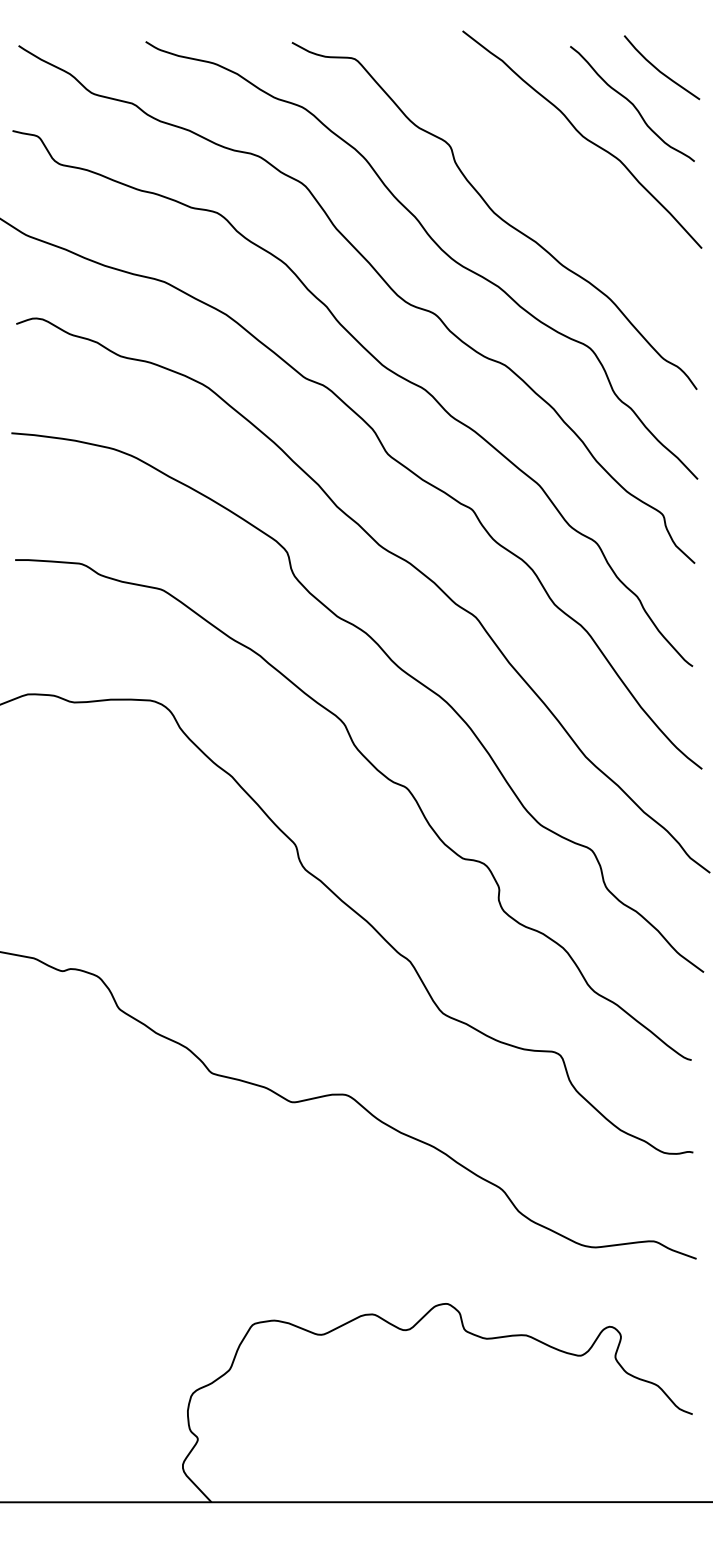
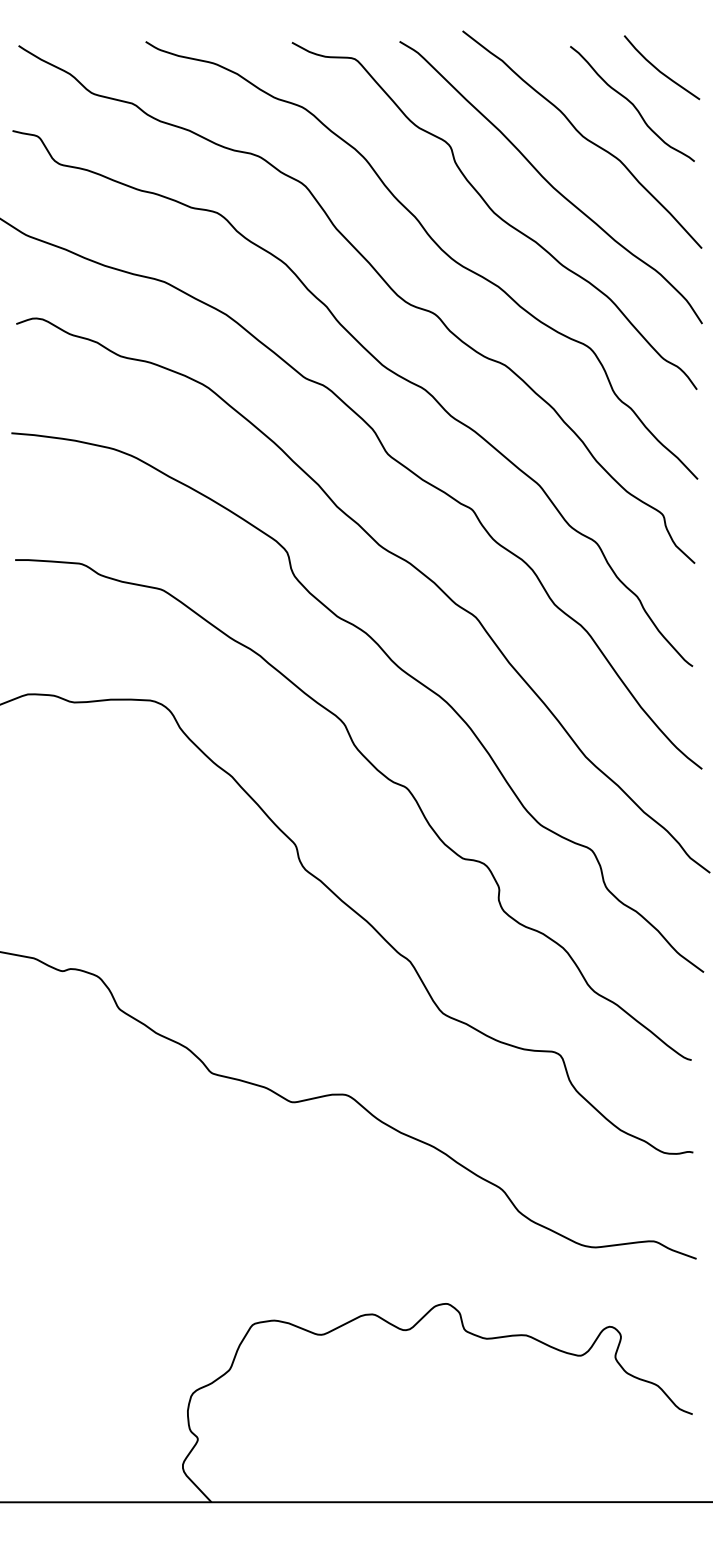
curve at (549, 182): none -> present
